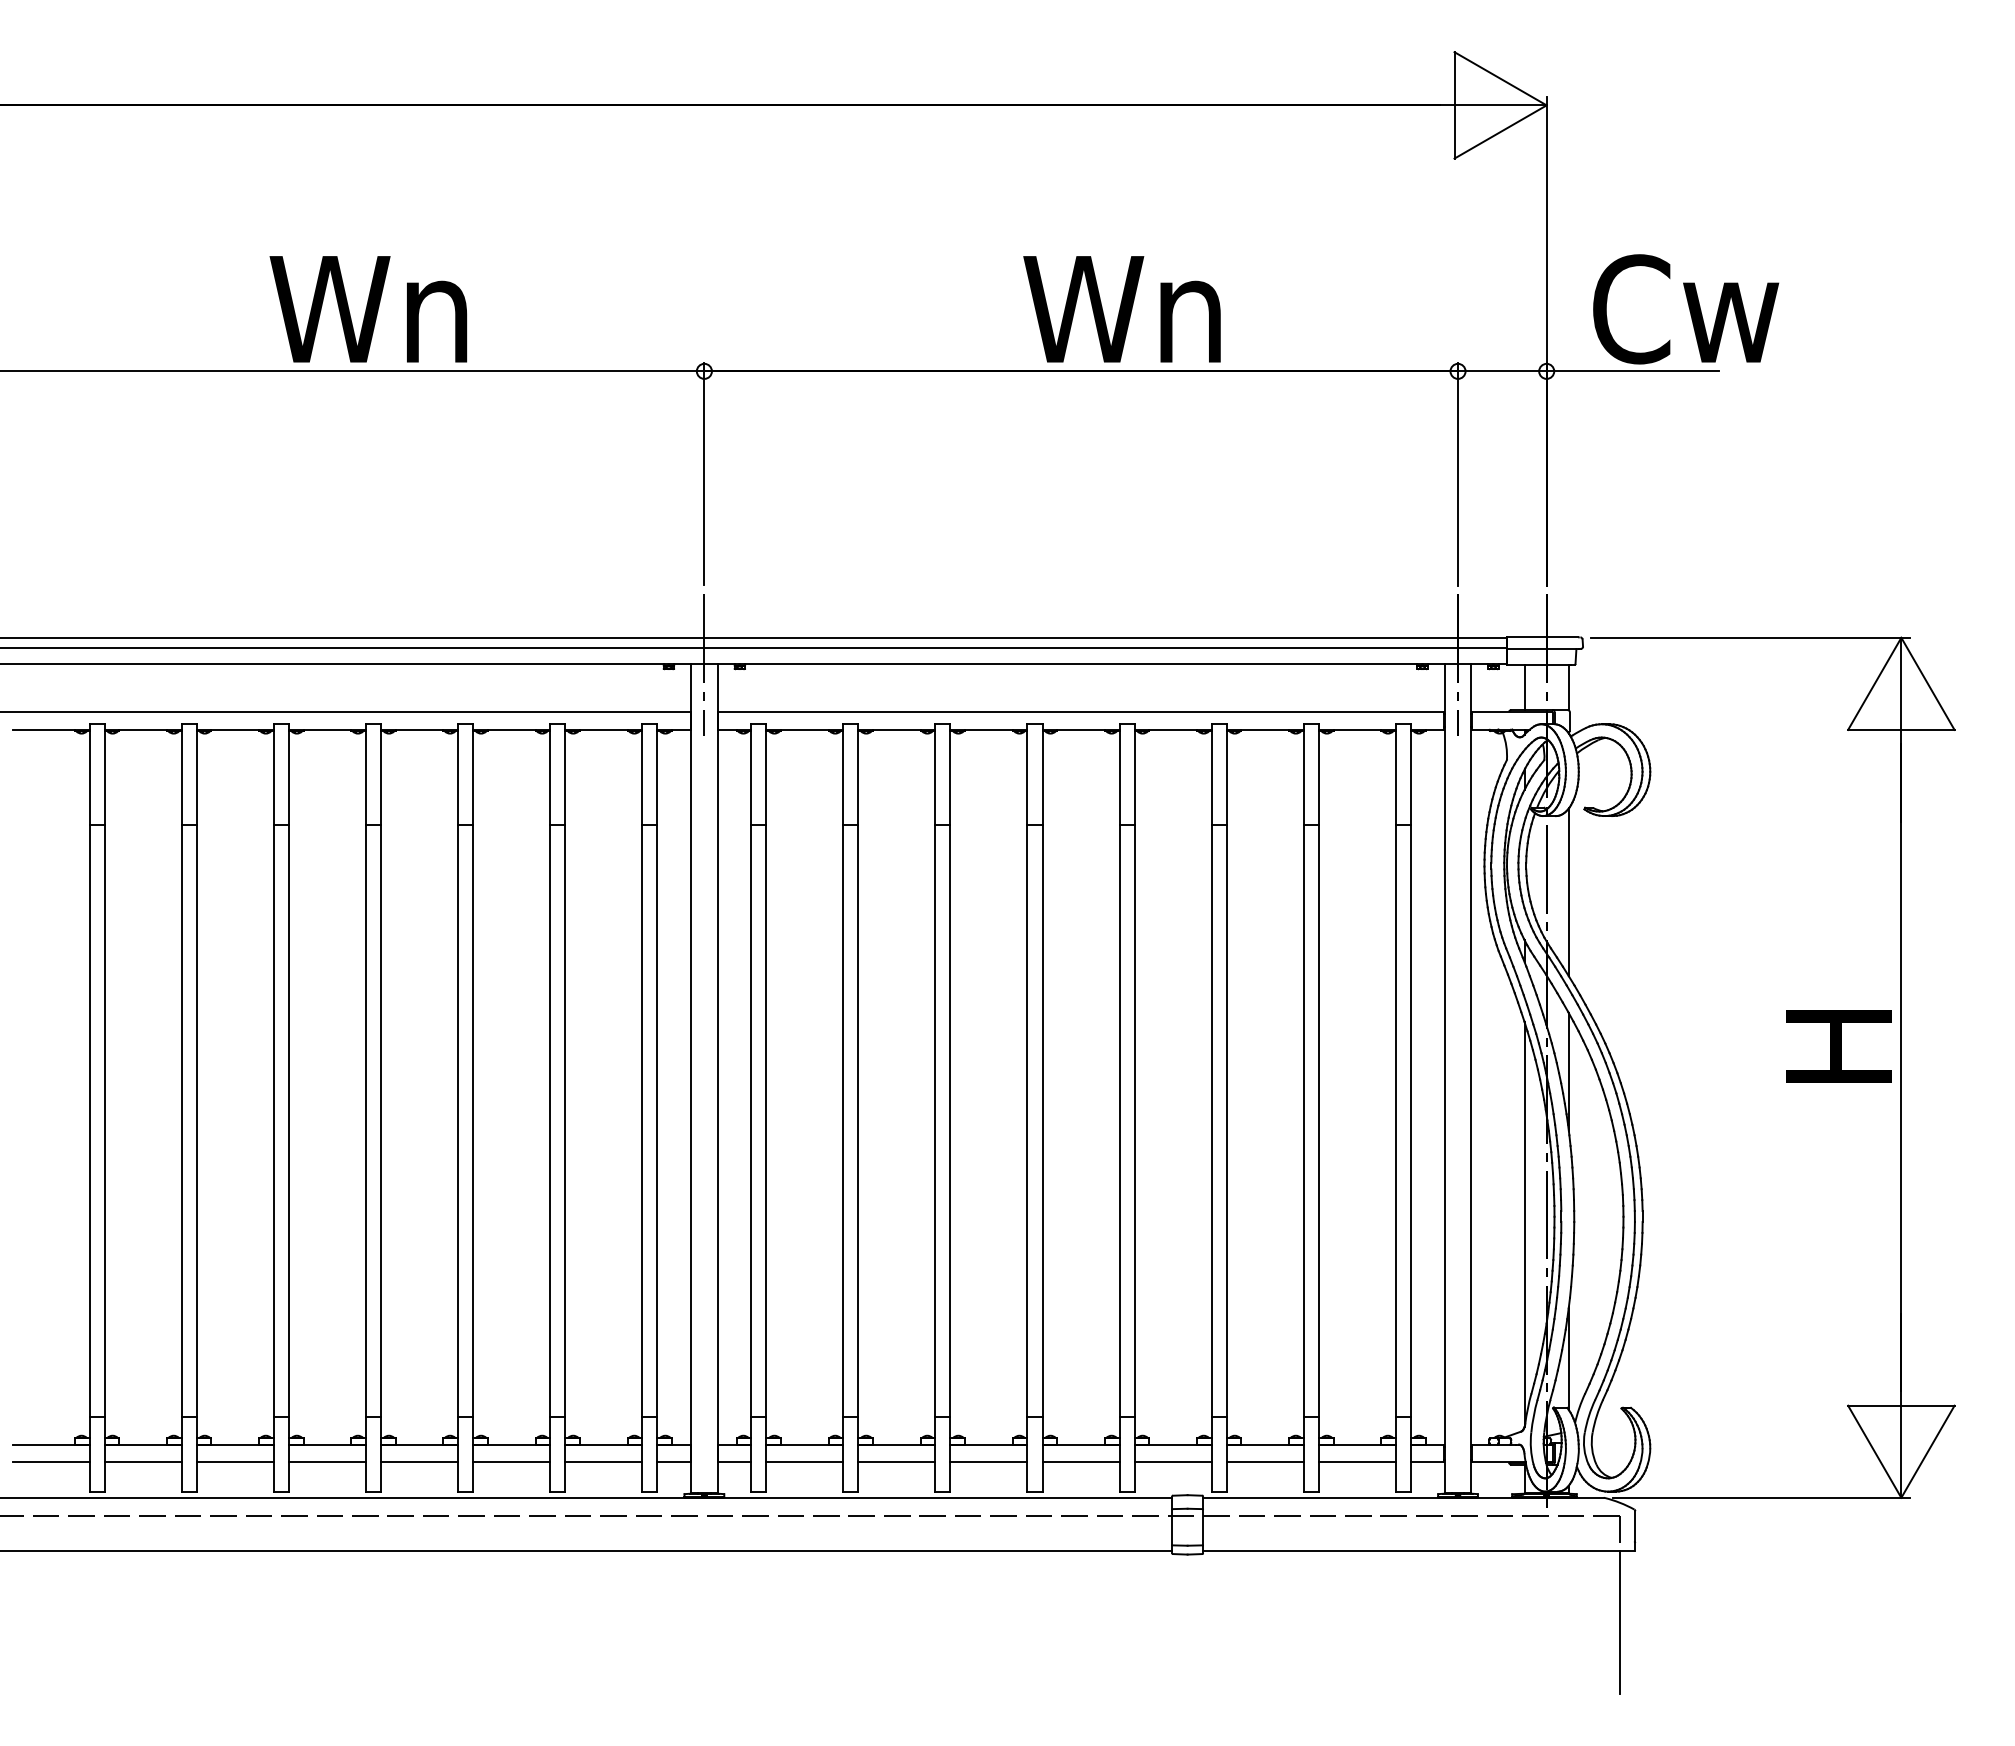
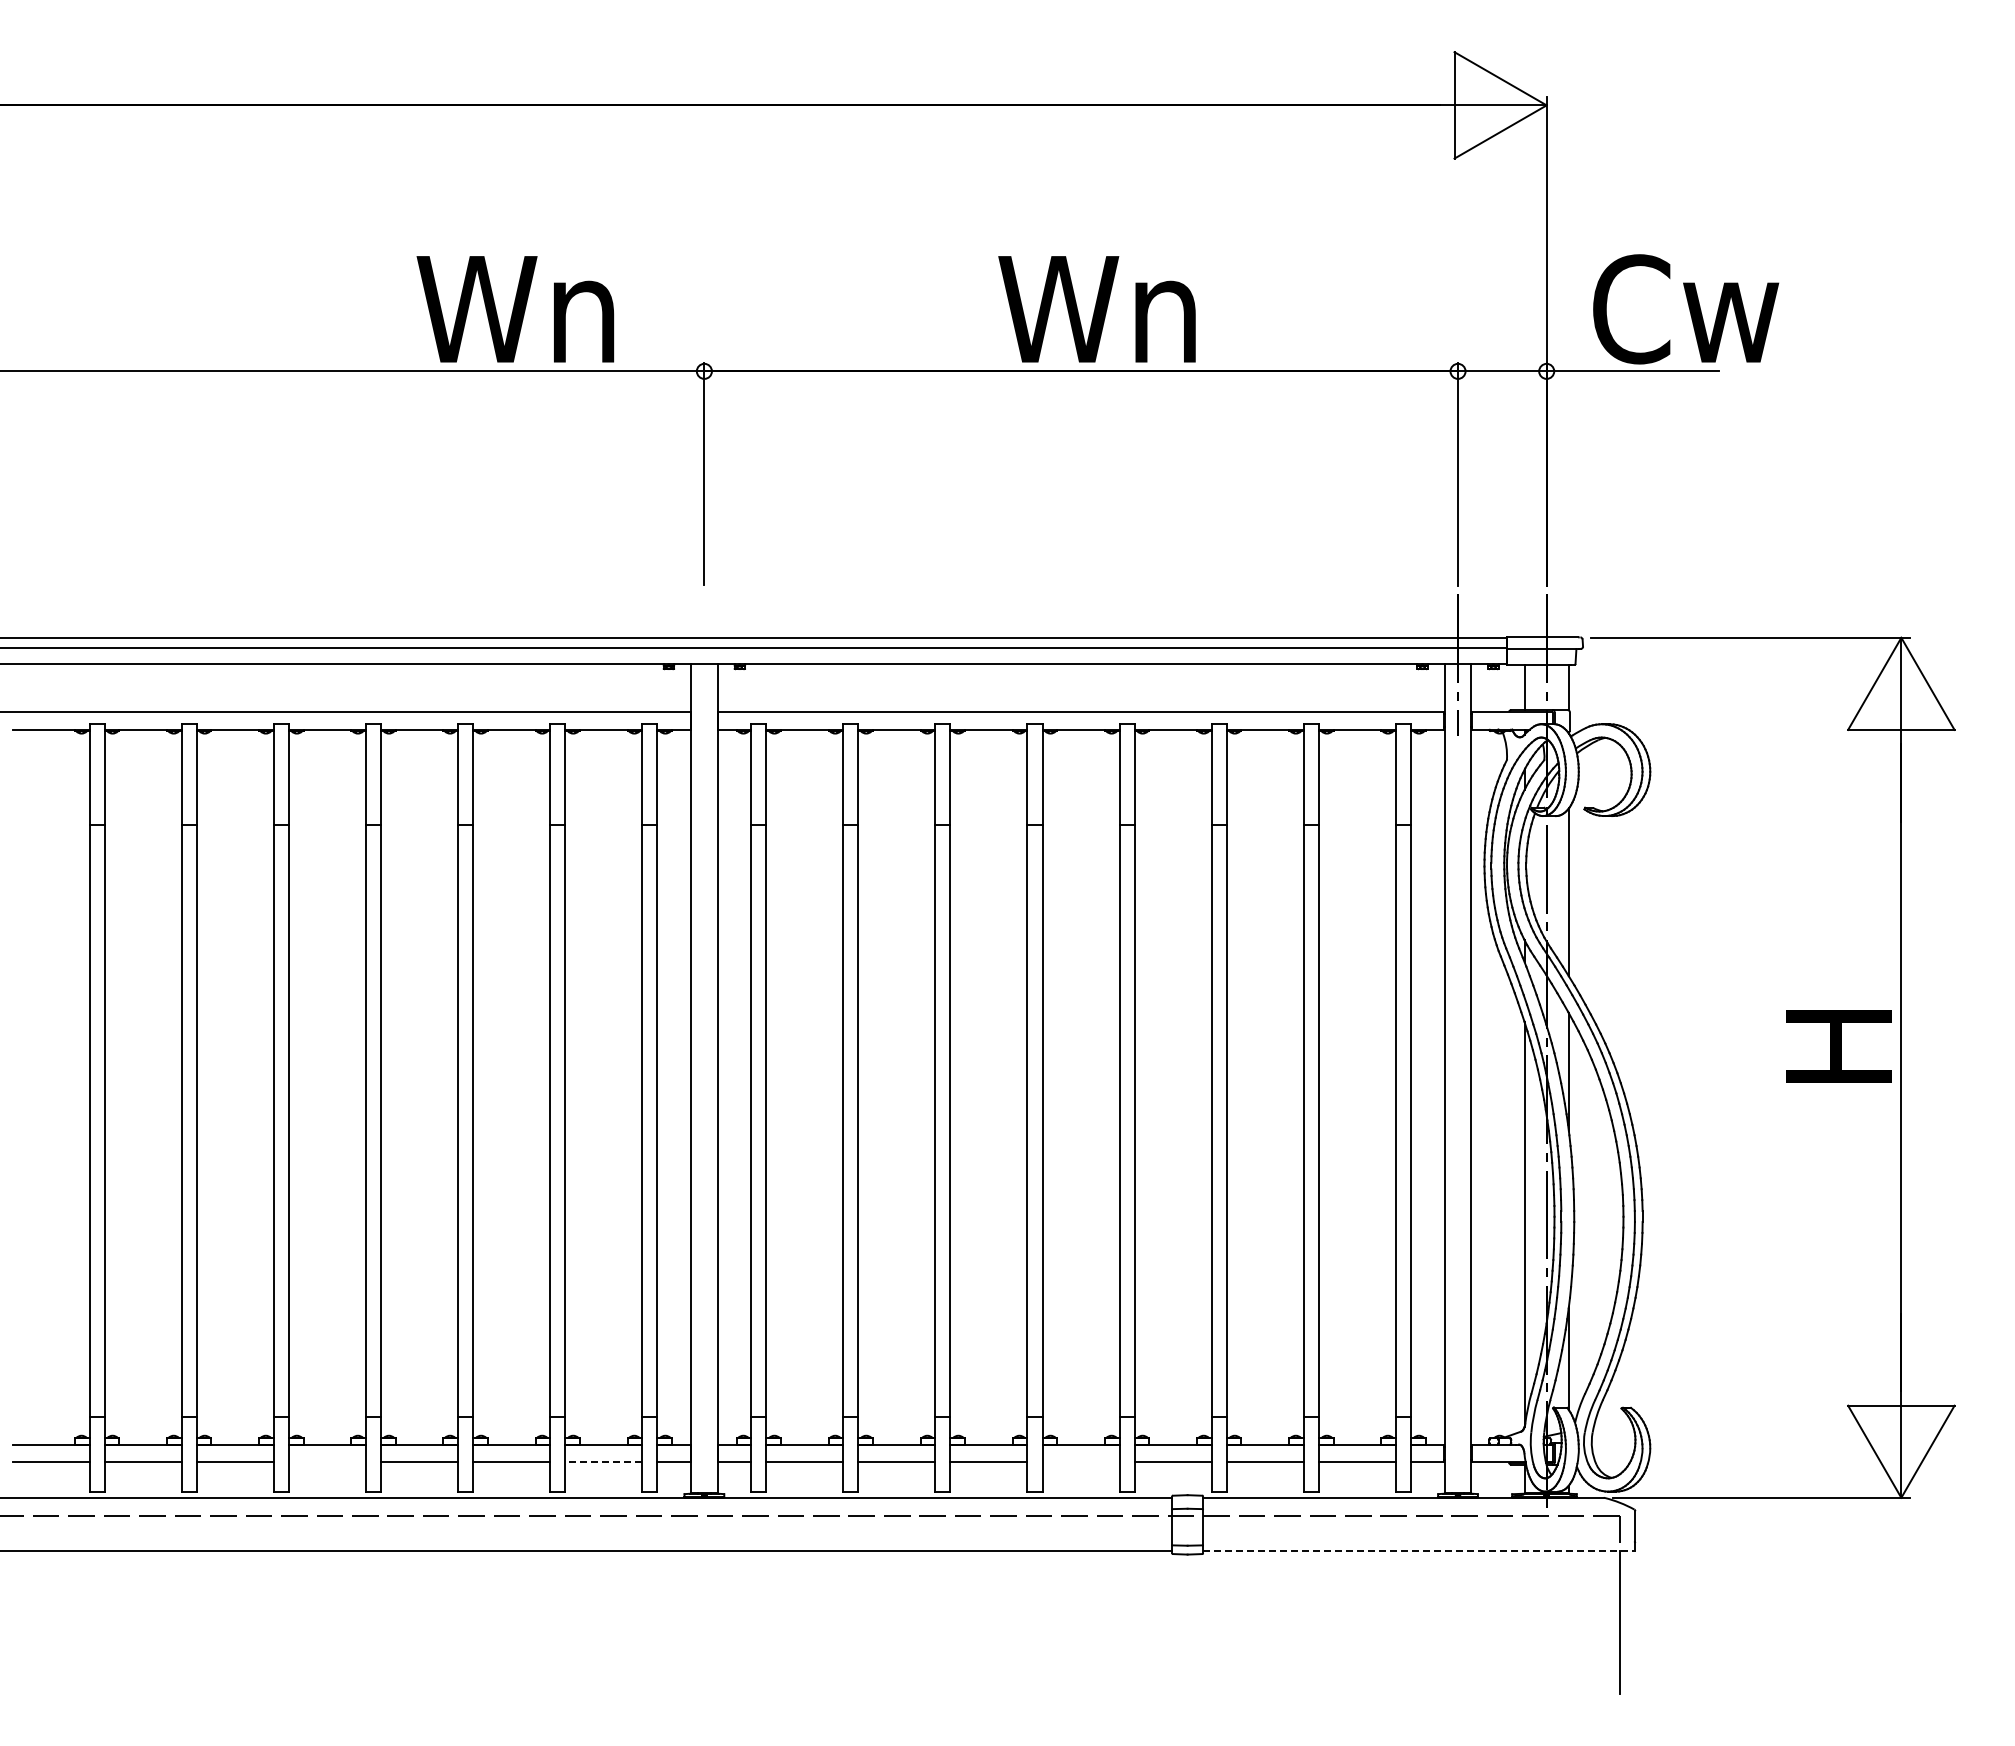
text at (368, 309) position: (368, 309) -> (515, 309)
text at (1121, 309) position: (1121, 309) -> (1096, 309)
line at (704, 665): present -> none
line at (326, 1462): present -> none
line at (603, 1462): solid -> dashed
line at (1080, 1462): present -> none
line at (1418, 1551): solid -> dashed
